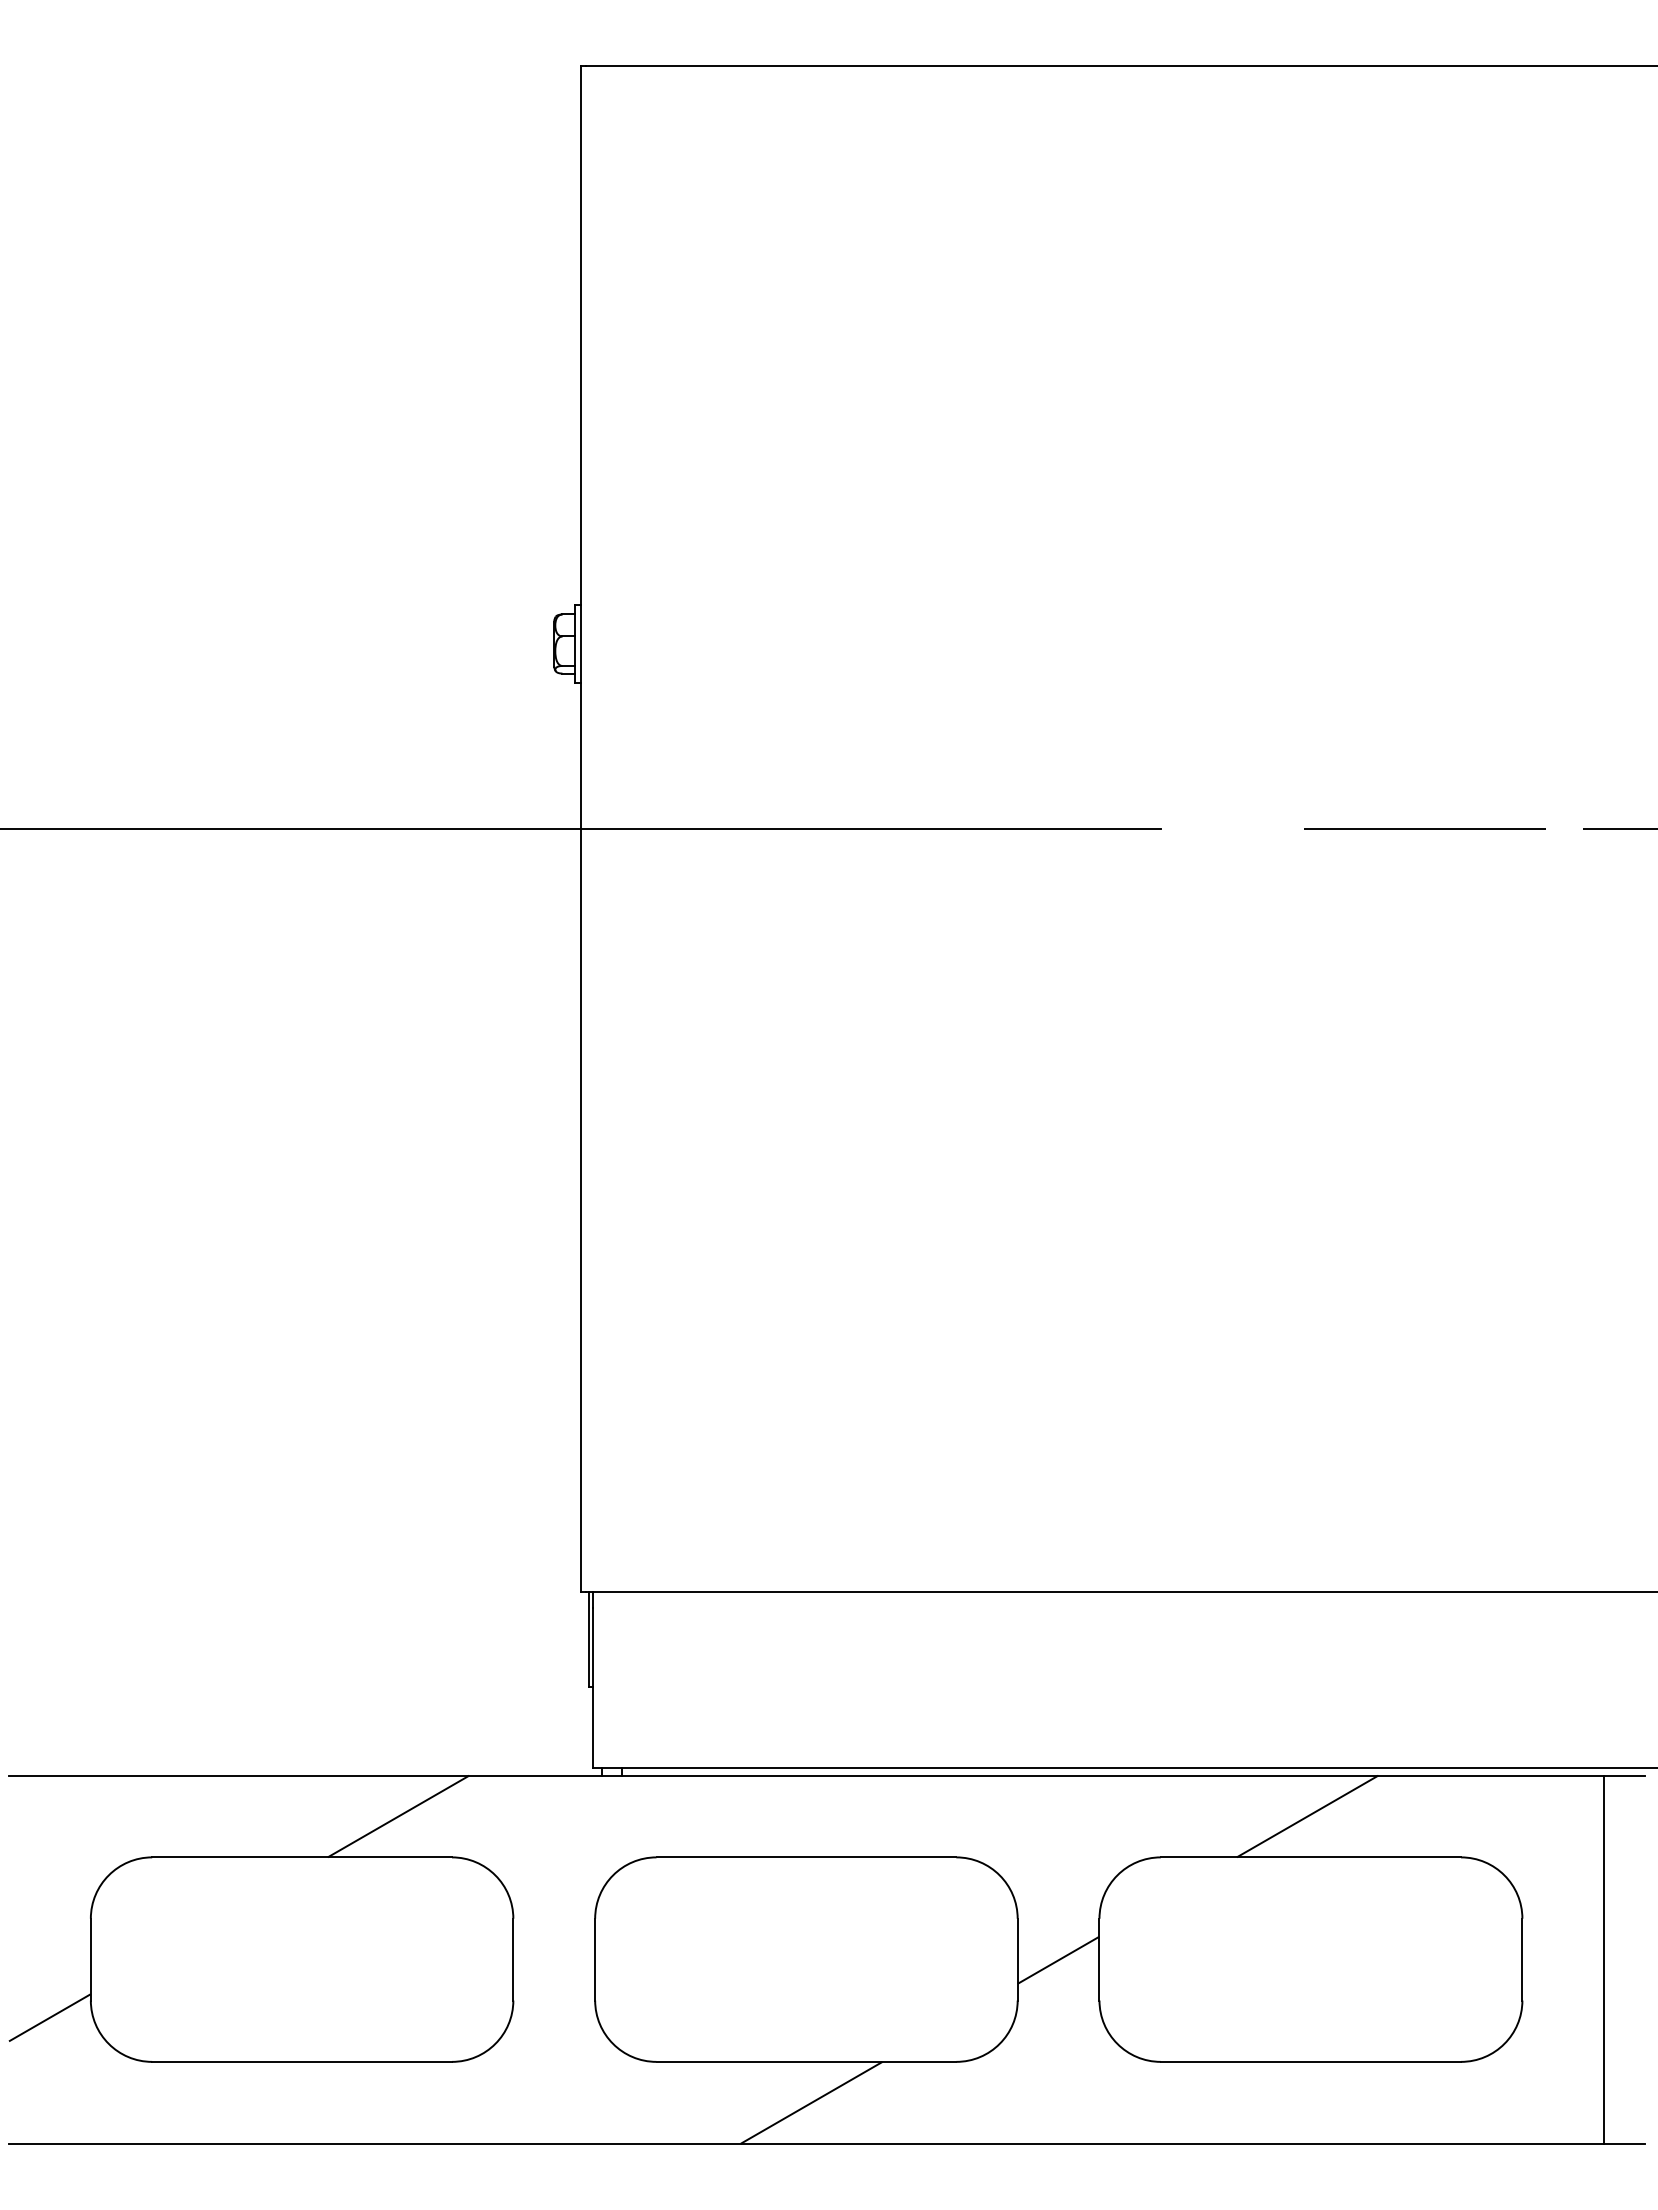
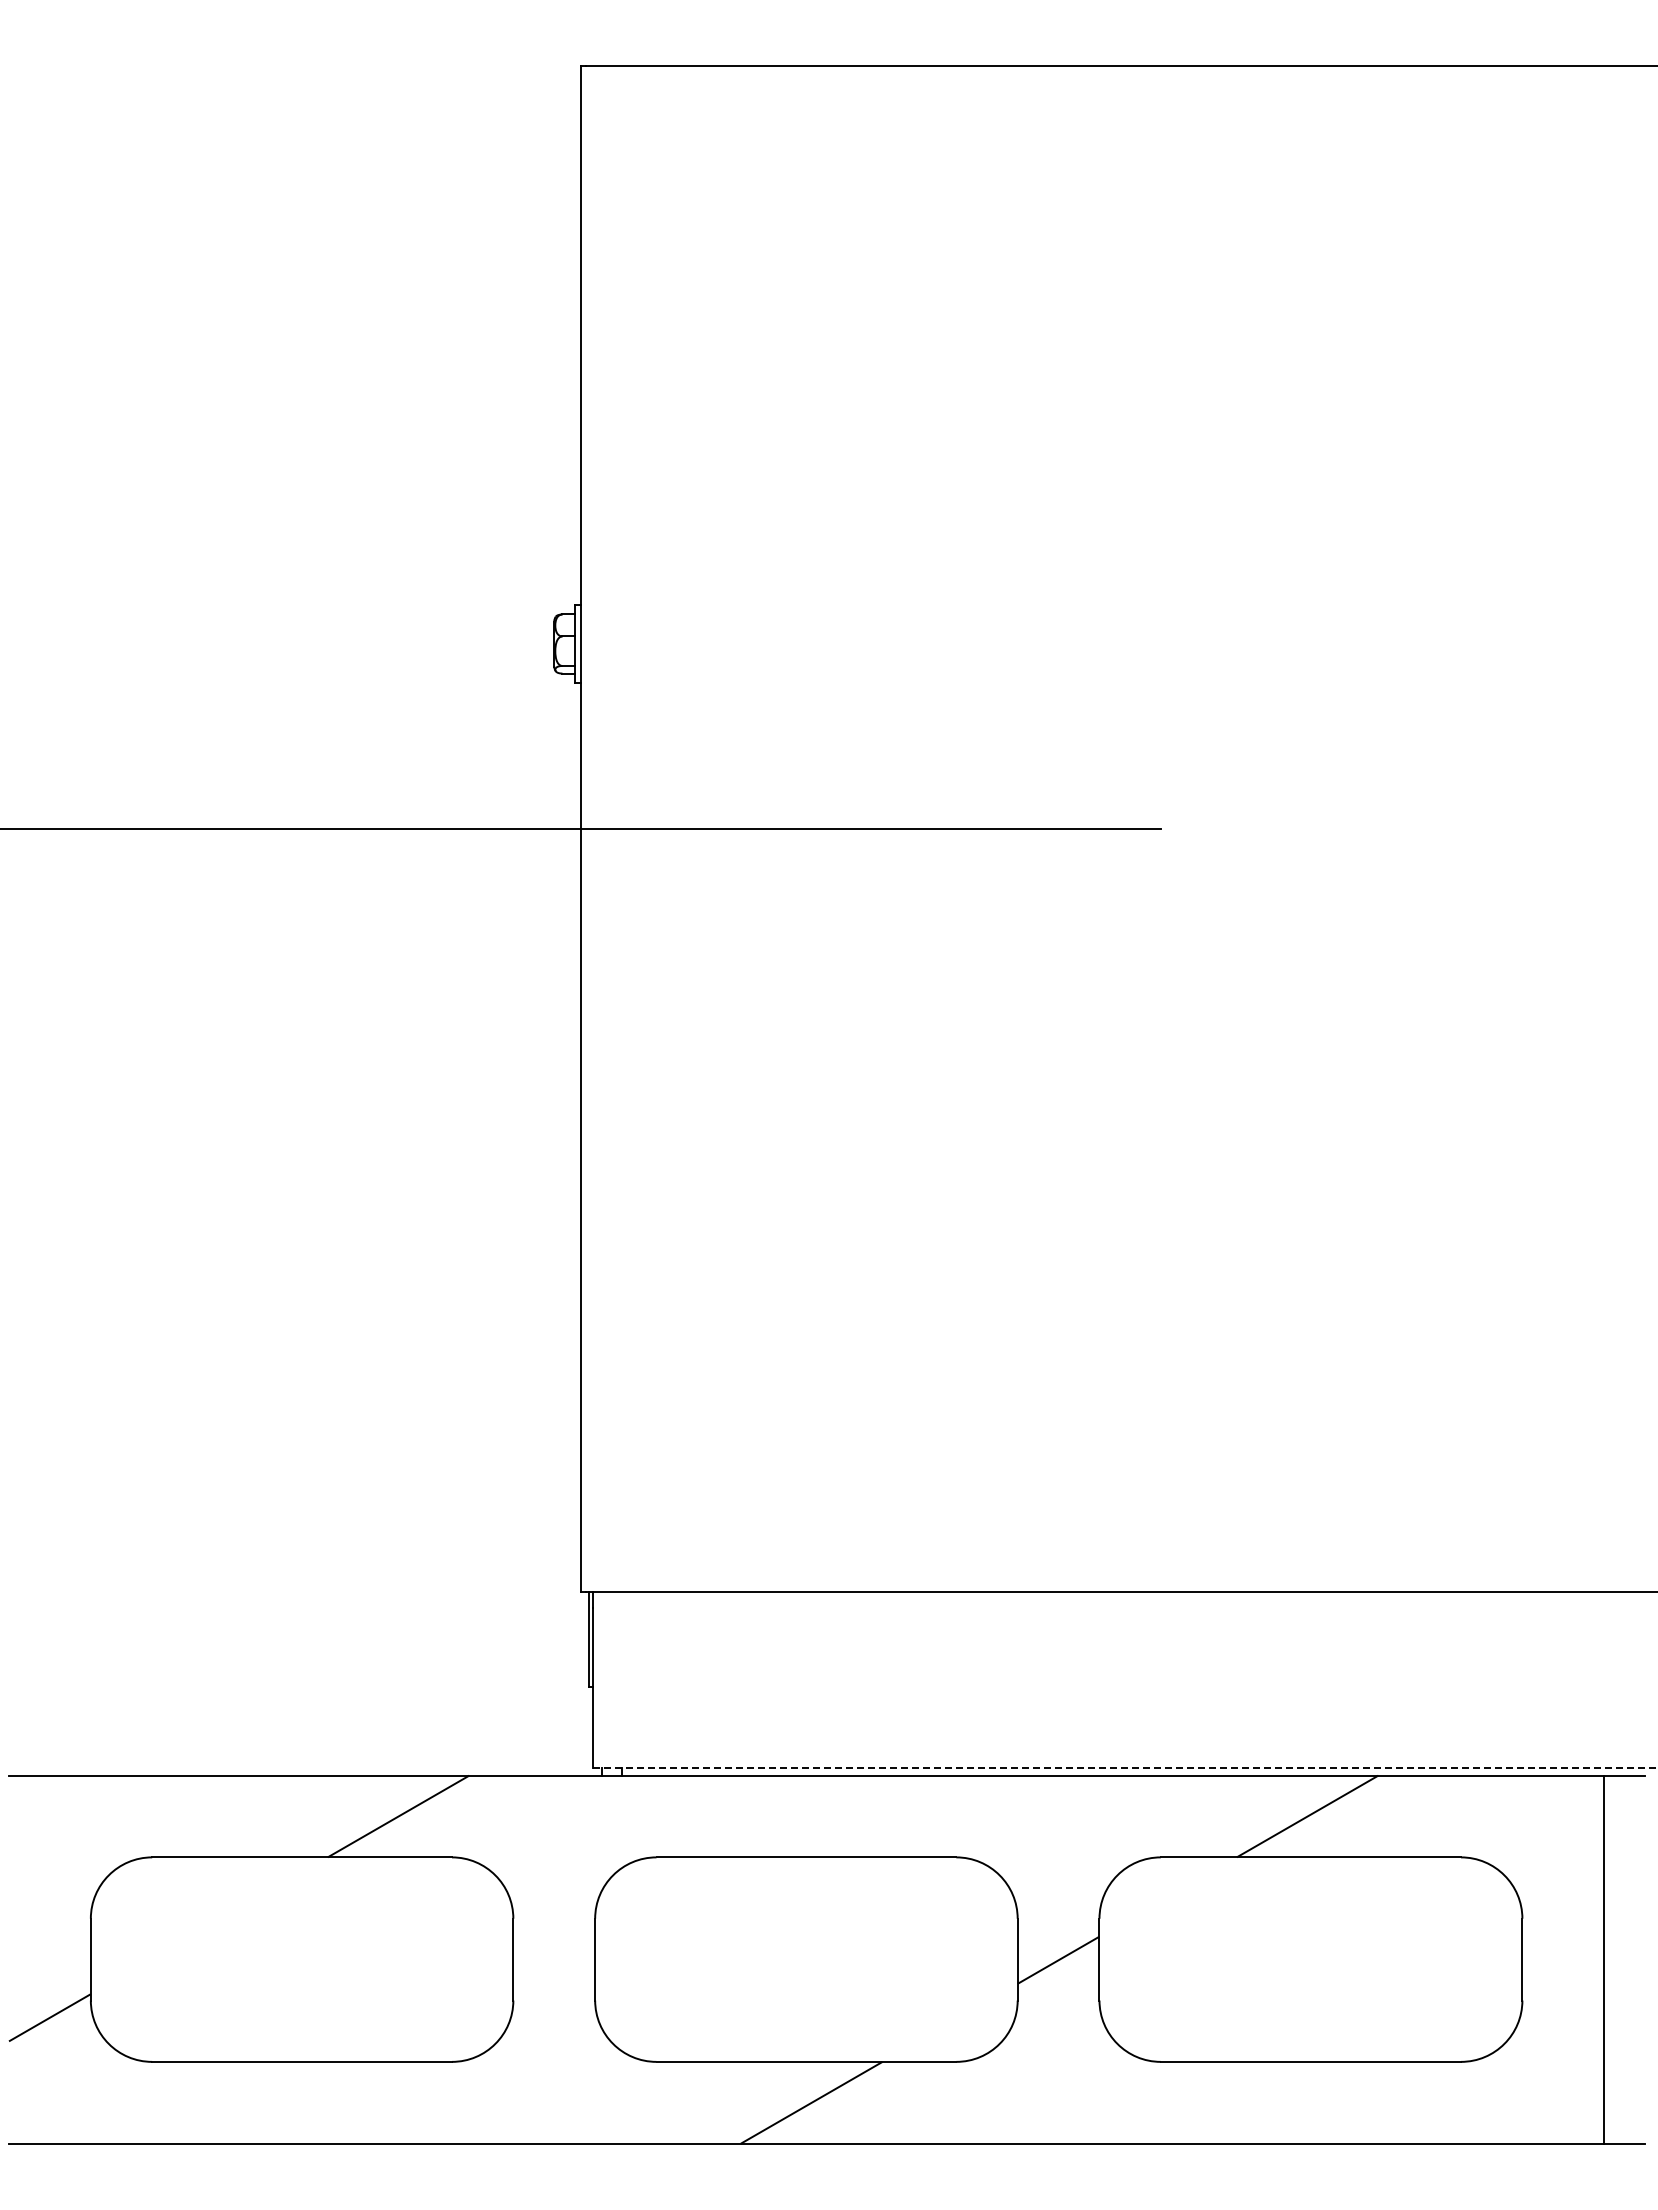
line at (1478, 829): present -> none
line at (1125, 1767): solid -> dashed
